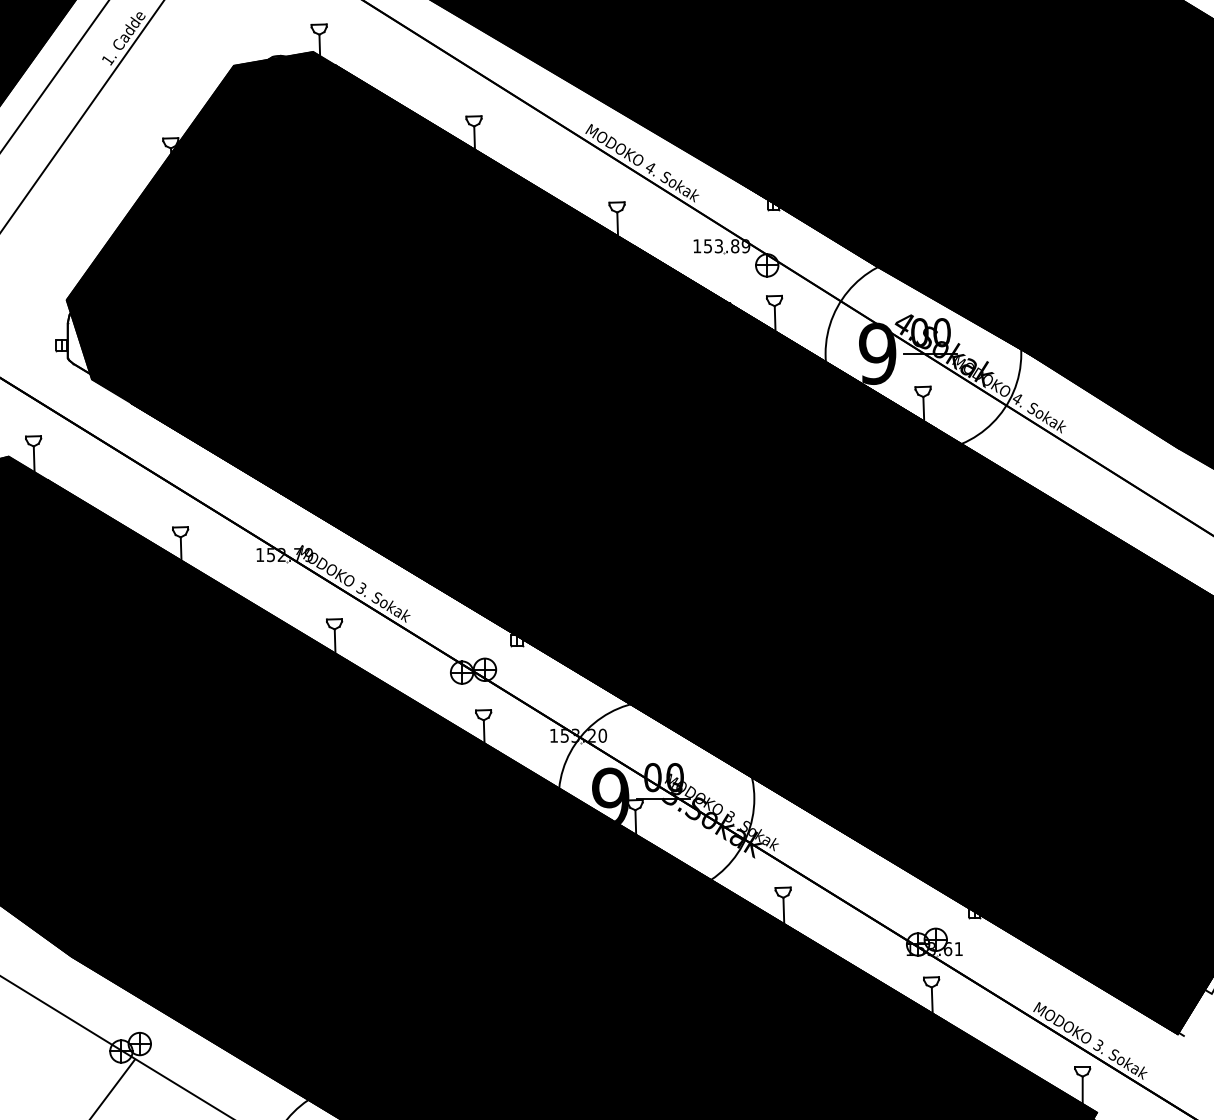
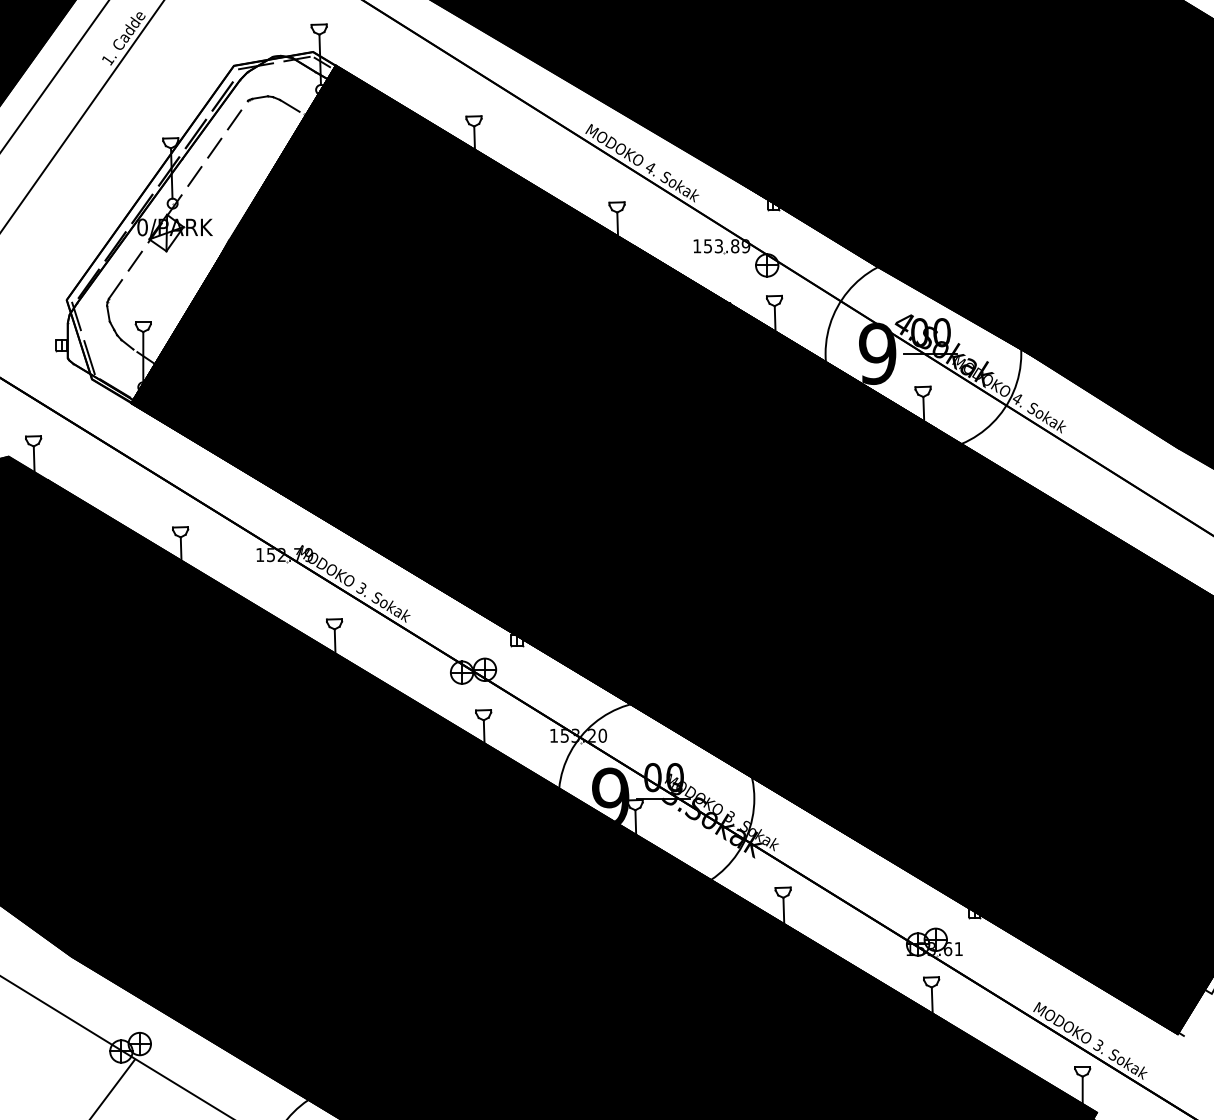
fill at (200, 227): present -> none
